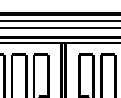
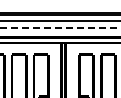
line at (59, 28): solid -> dashed
